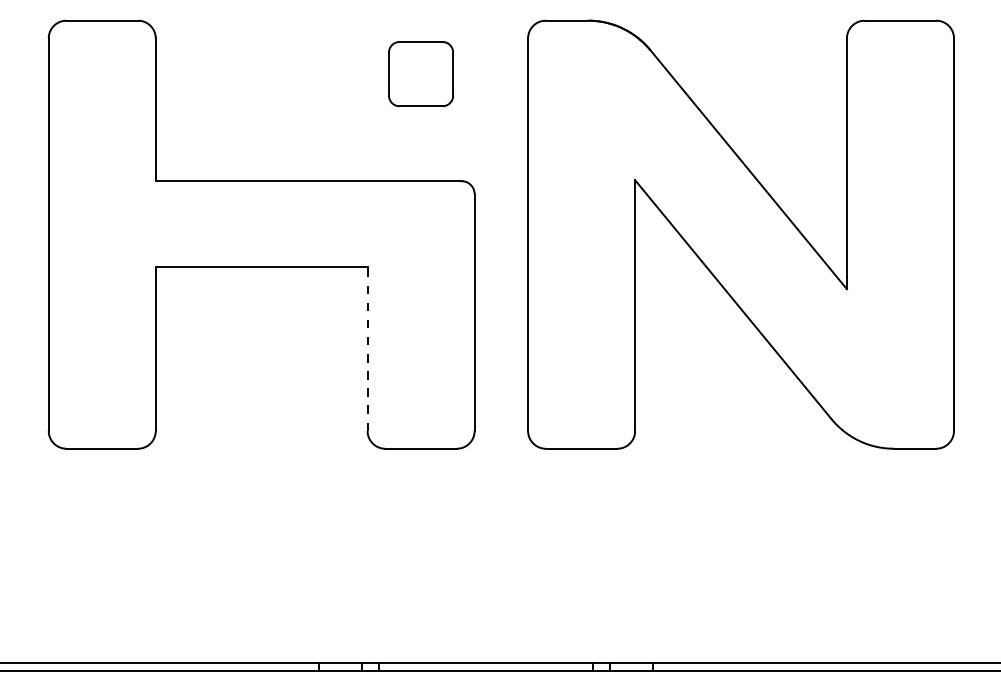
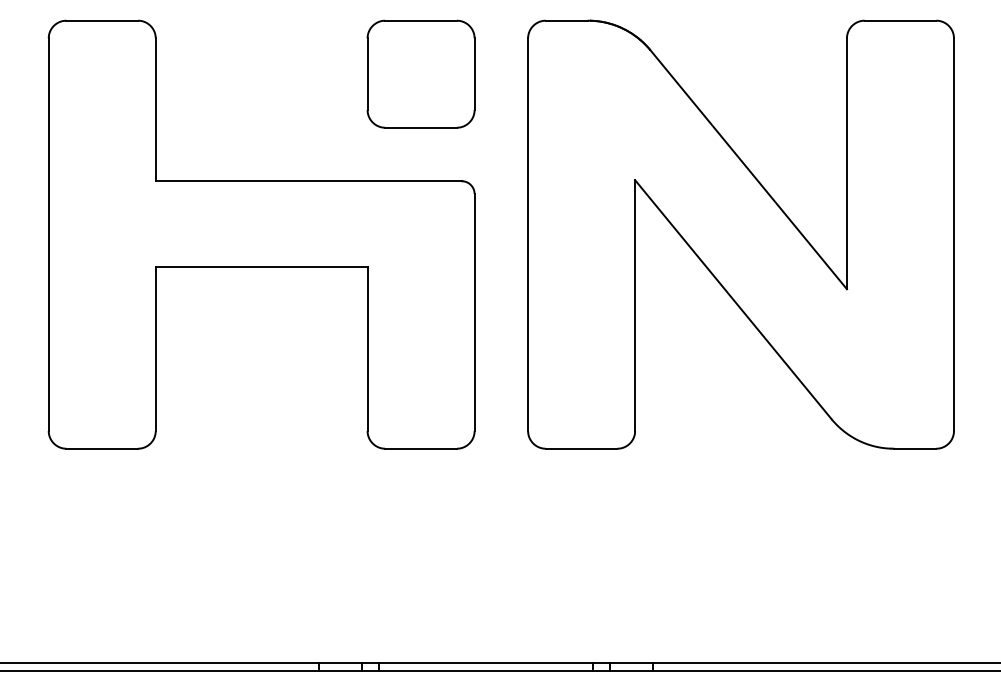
part at (420, 74) size: 66x67 px -> 110x110 px
line at (367, 348): dashed -> solid
